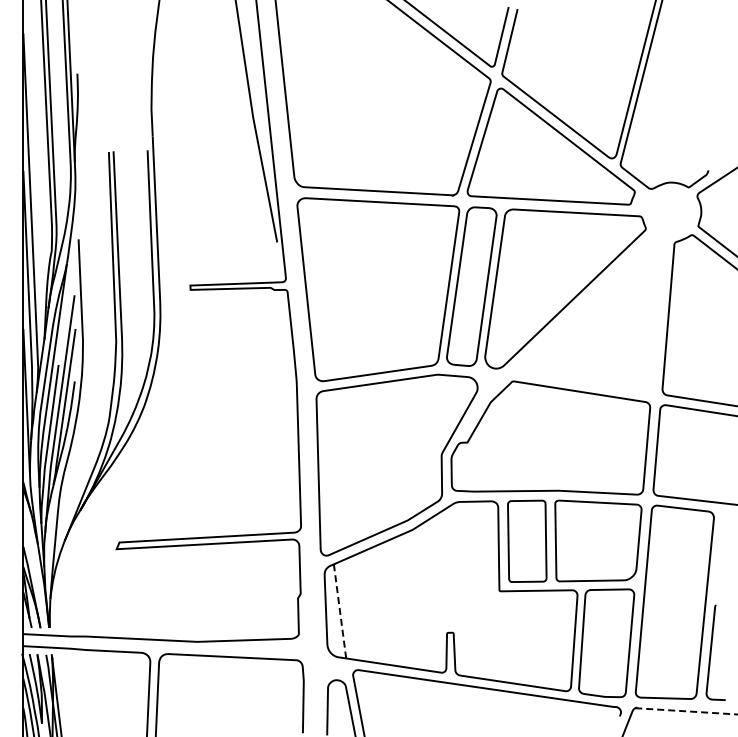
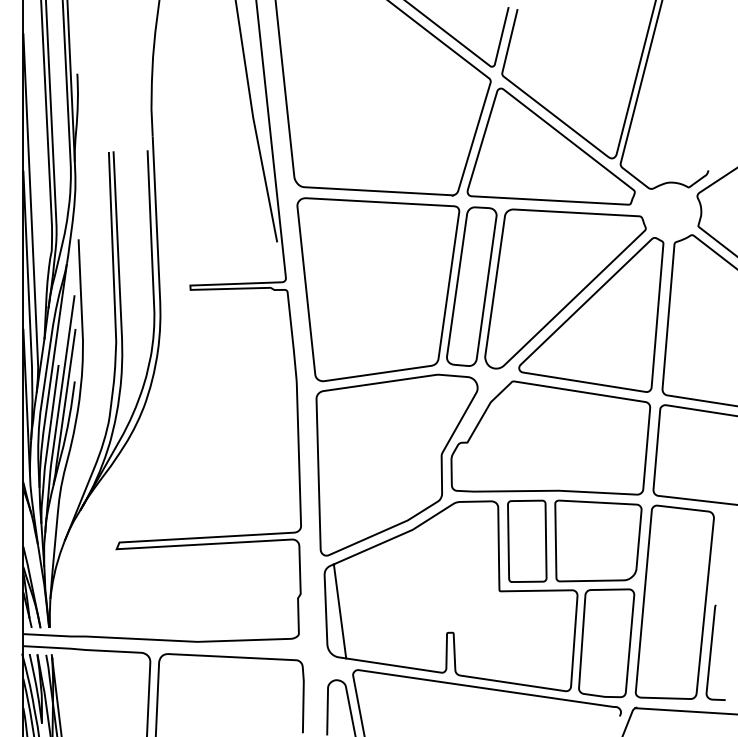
part at (591, 314): none -> present
line at (340, 611): dashed -> solid
line at (687, 711): dashed -> solid
